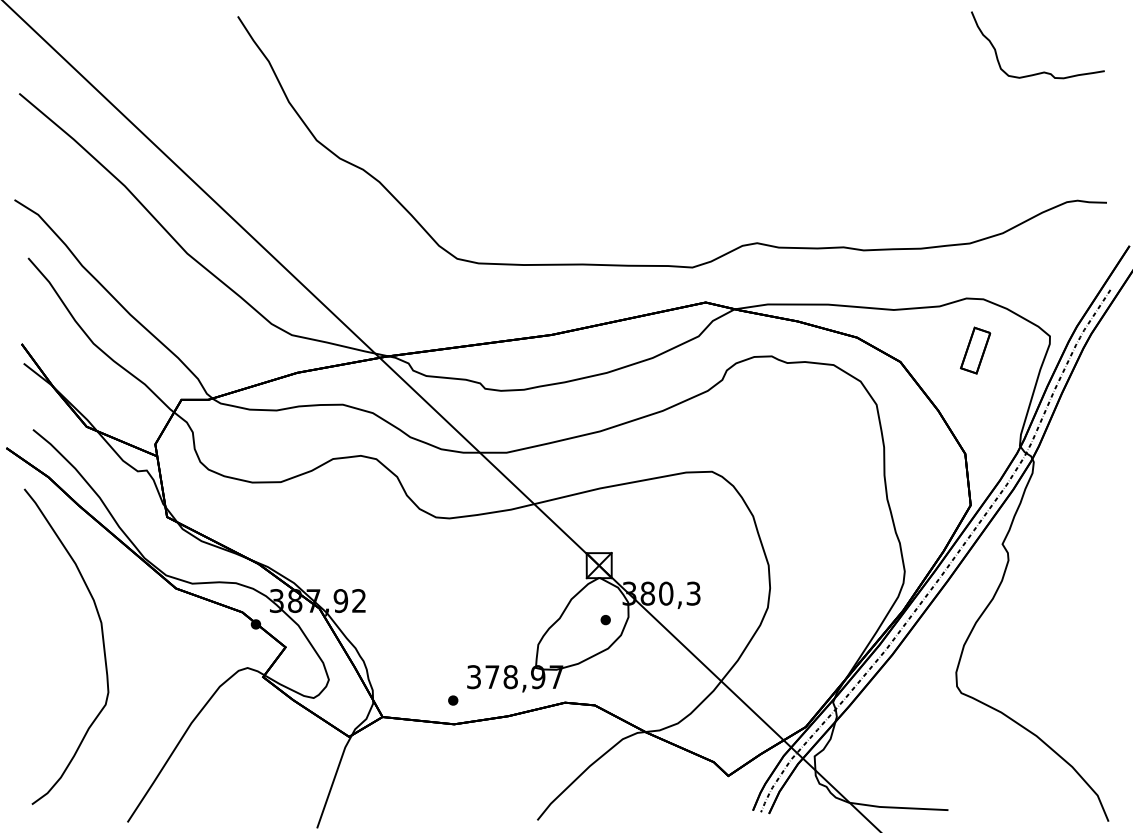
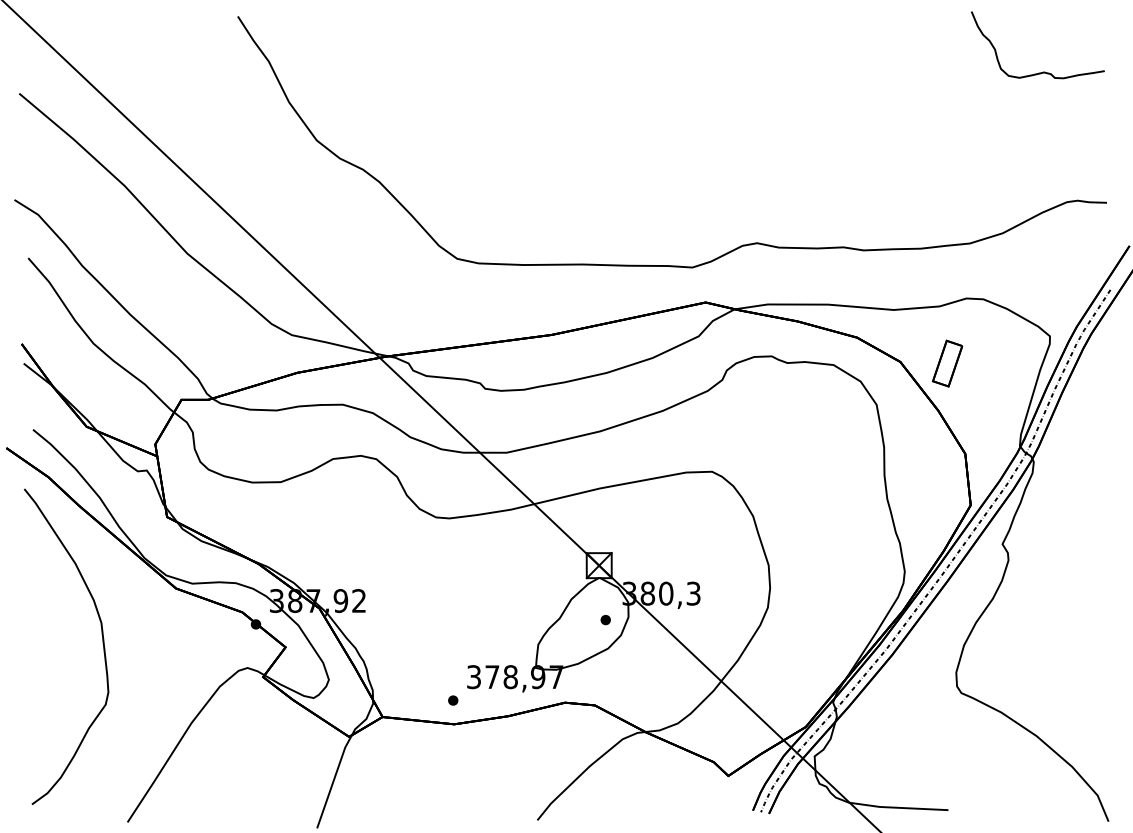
part at (975, 350) position: (975, 350) -> (947, 363)
